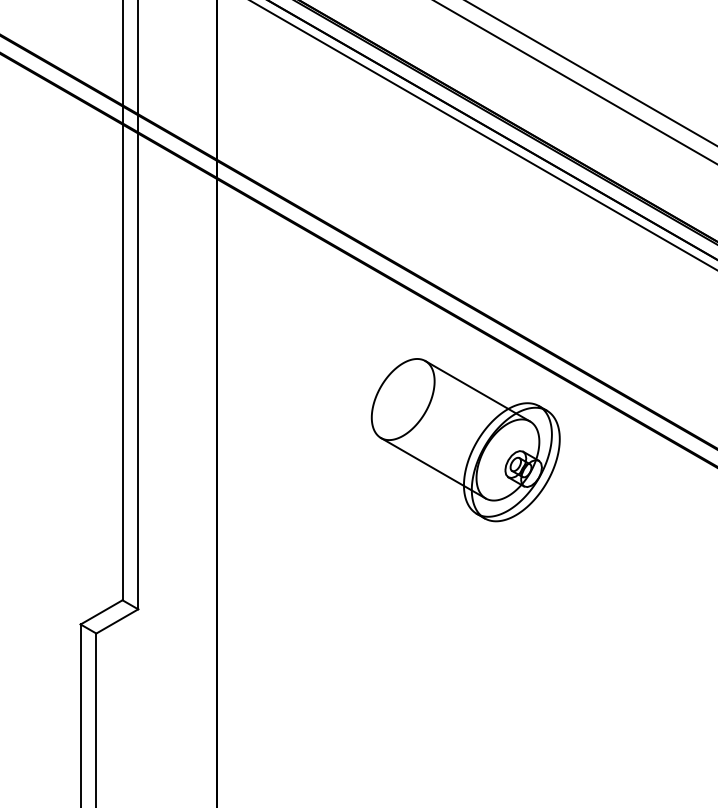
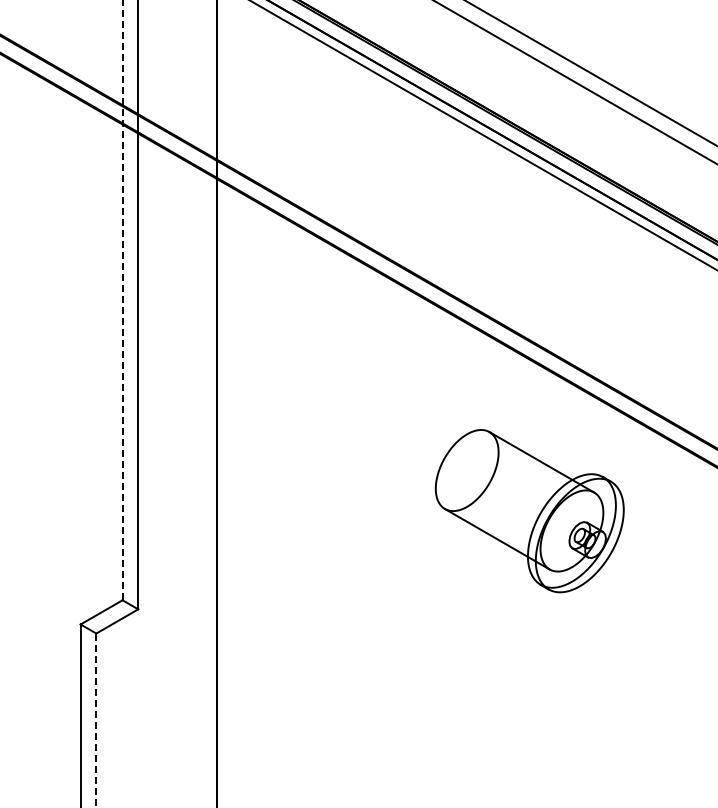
line at (122, 299): solid -> dashed
part at (465, 440) position: (465, 440) -> (529, 511)
line at (96, 720): solid -> dashed
